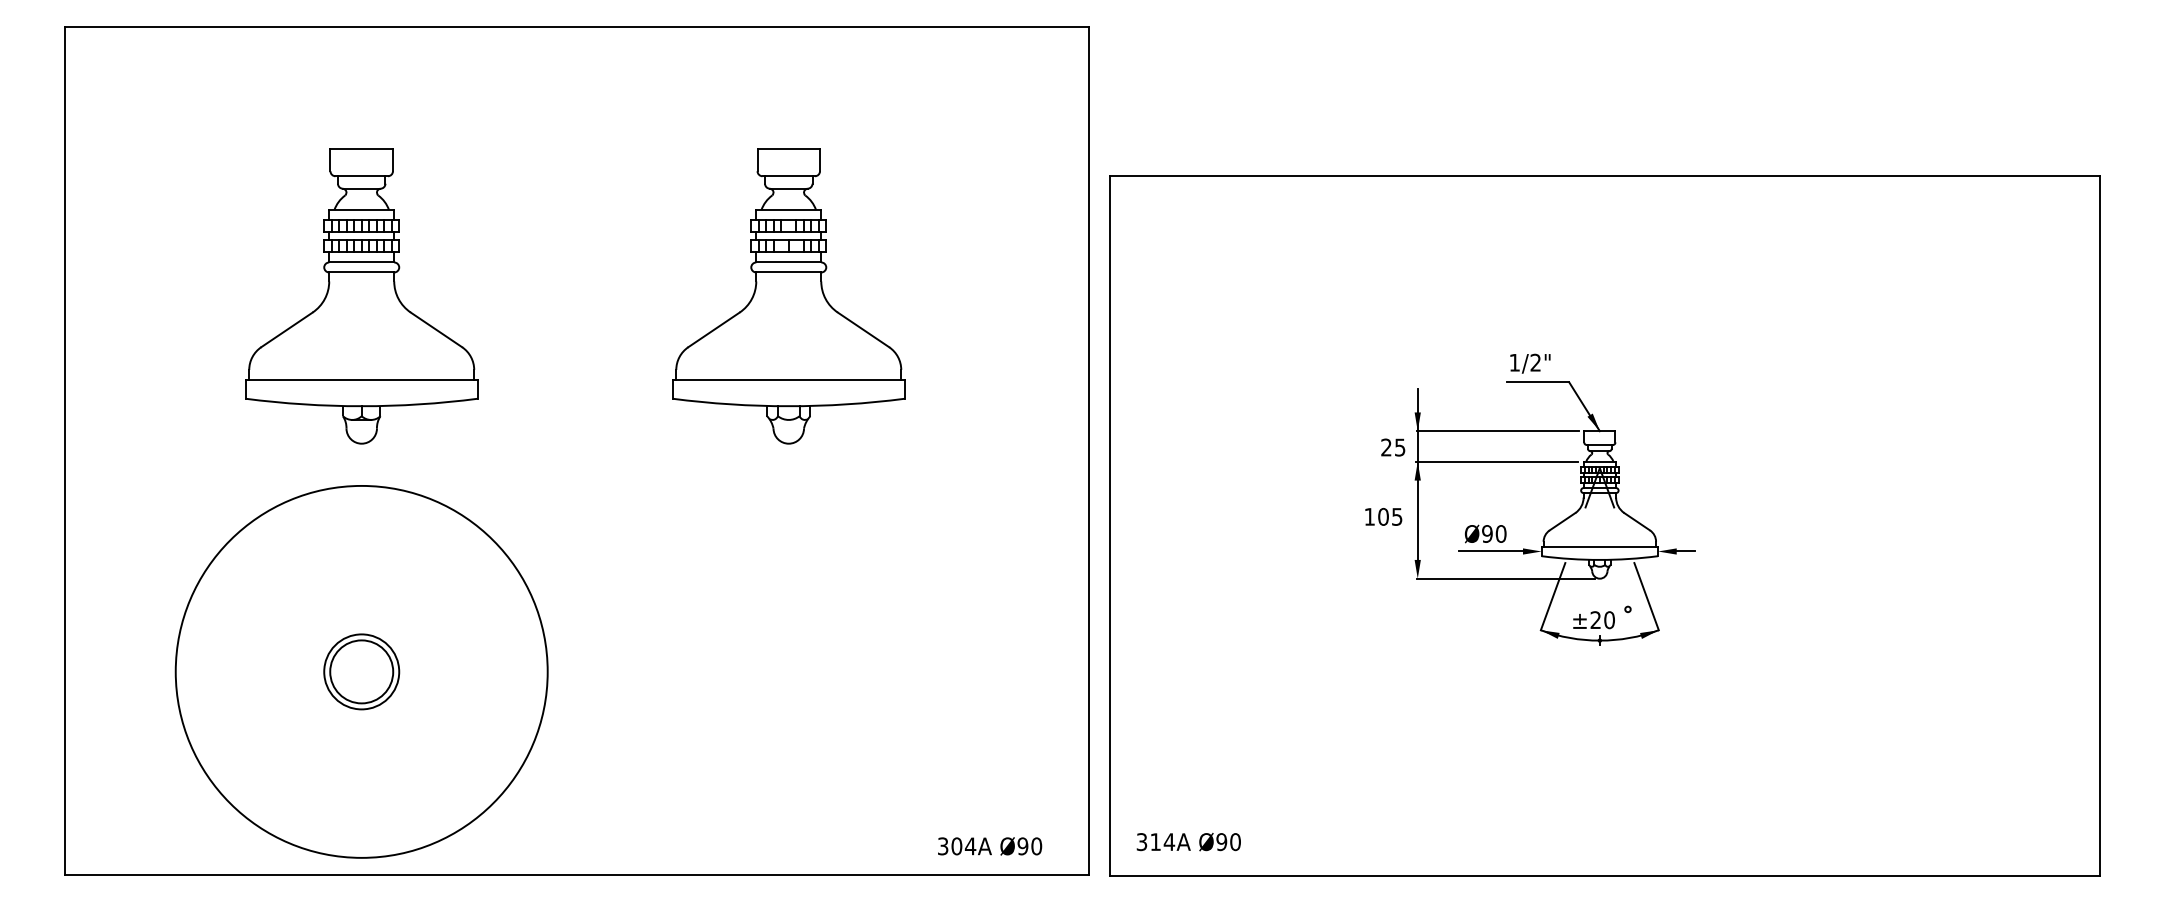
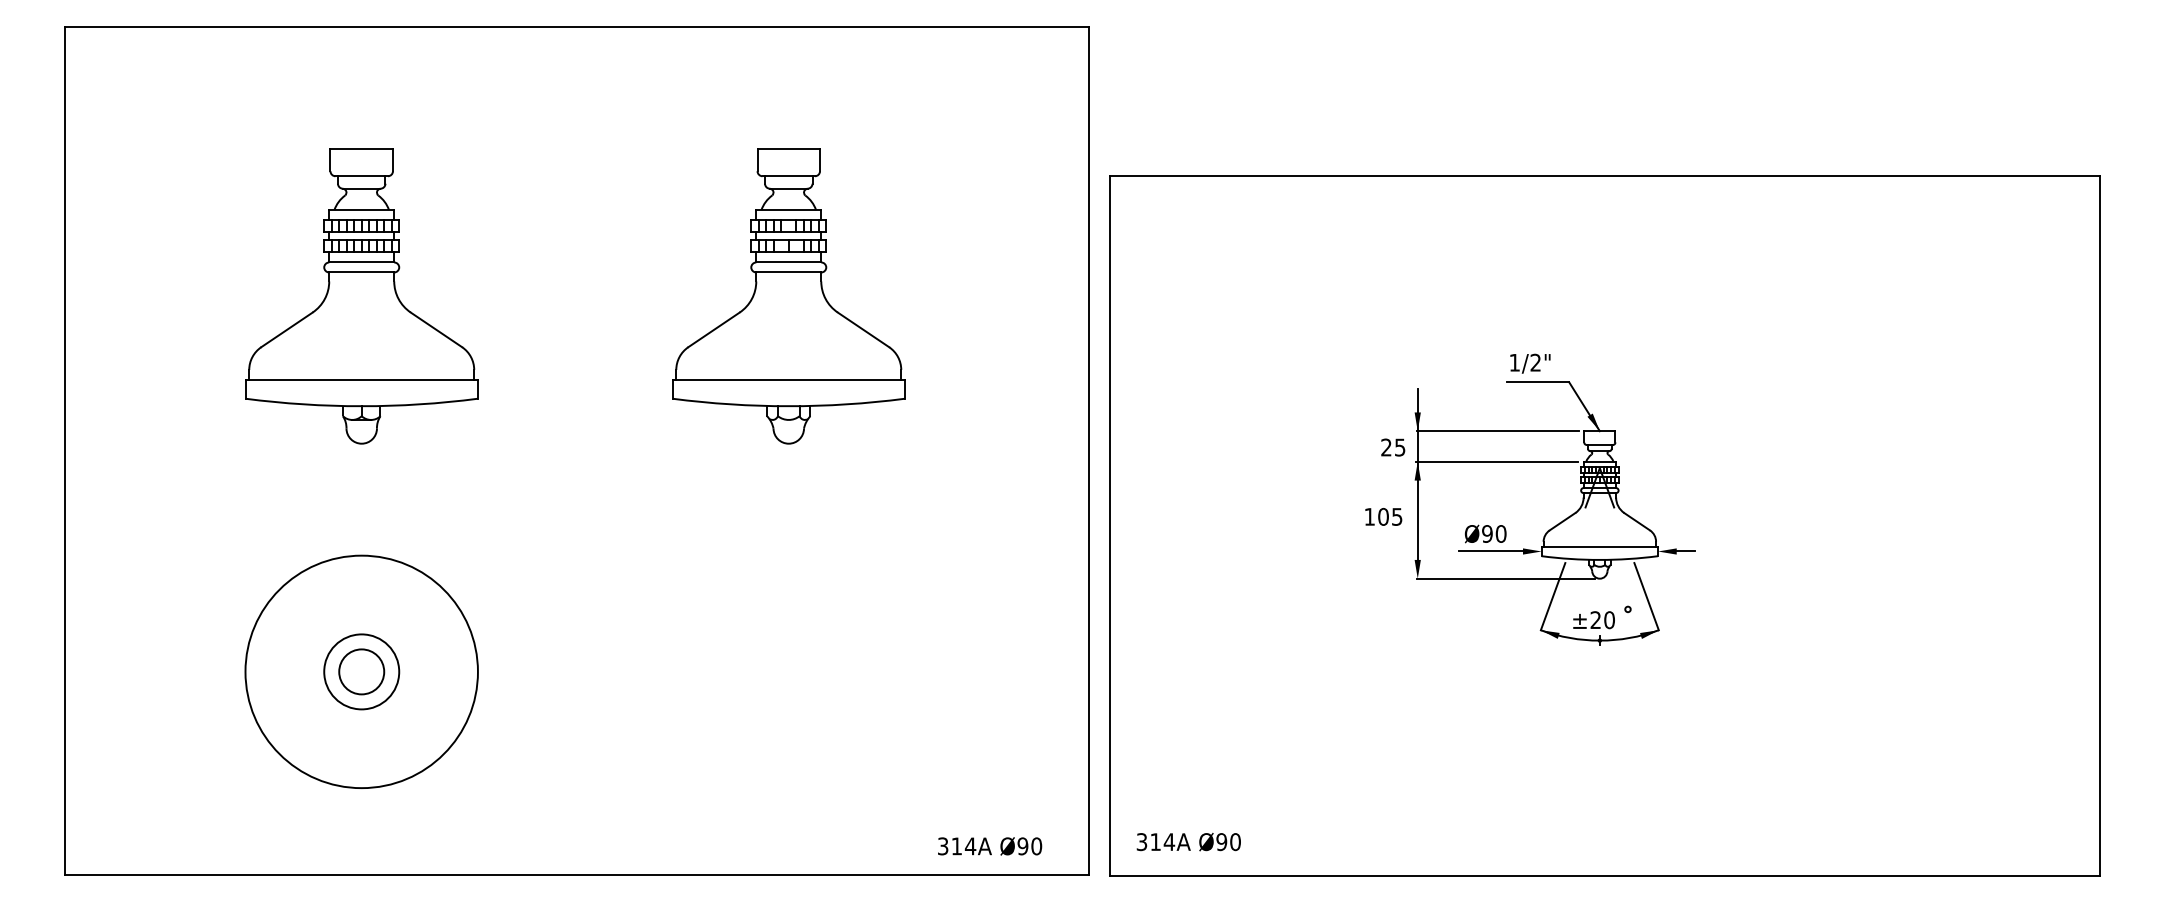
circle at (361, 671) diameter: 372 px -> 232 px
circle at (361, 671) diameter: 63 px -> 45 px
text at (956, 846): 304A -> 314A
